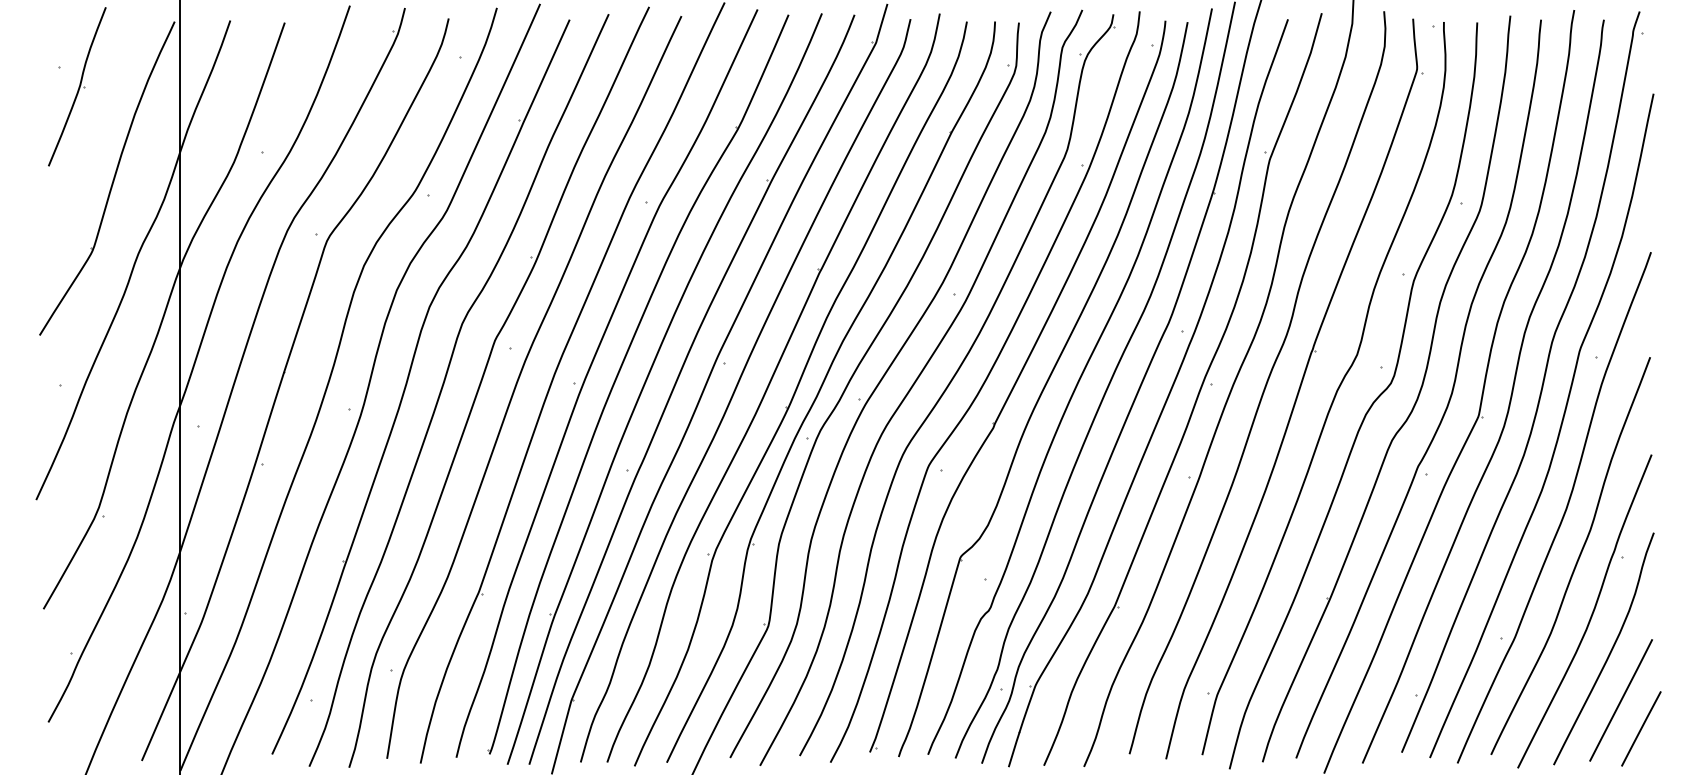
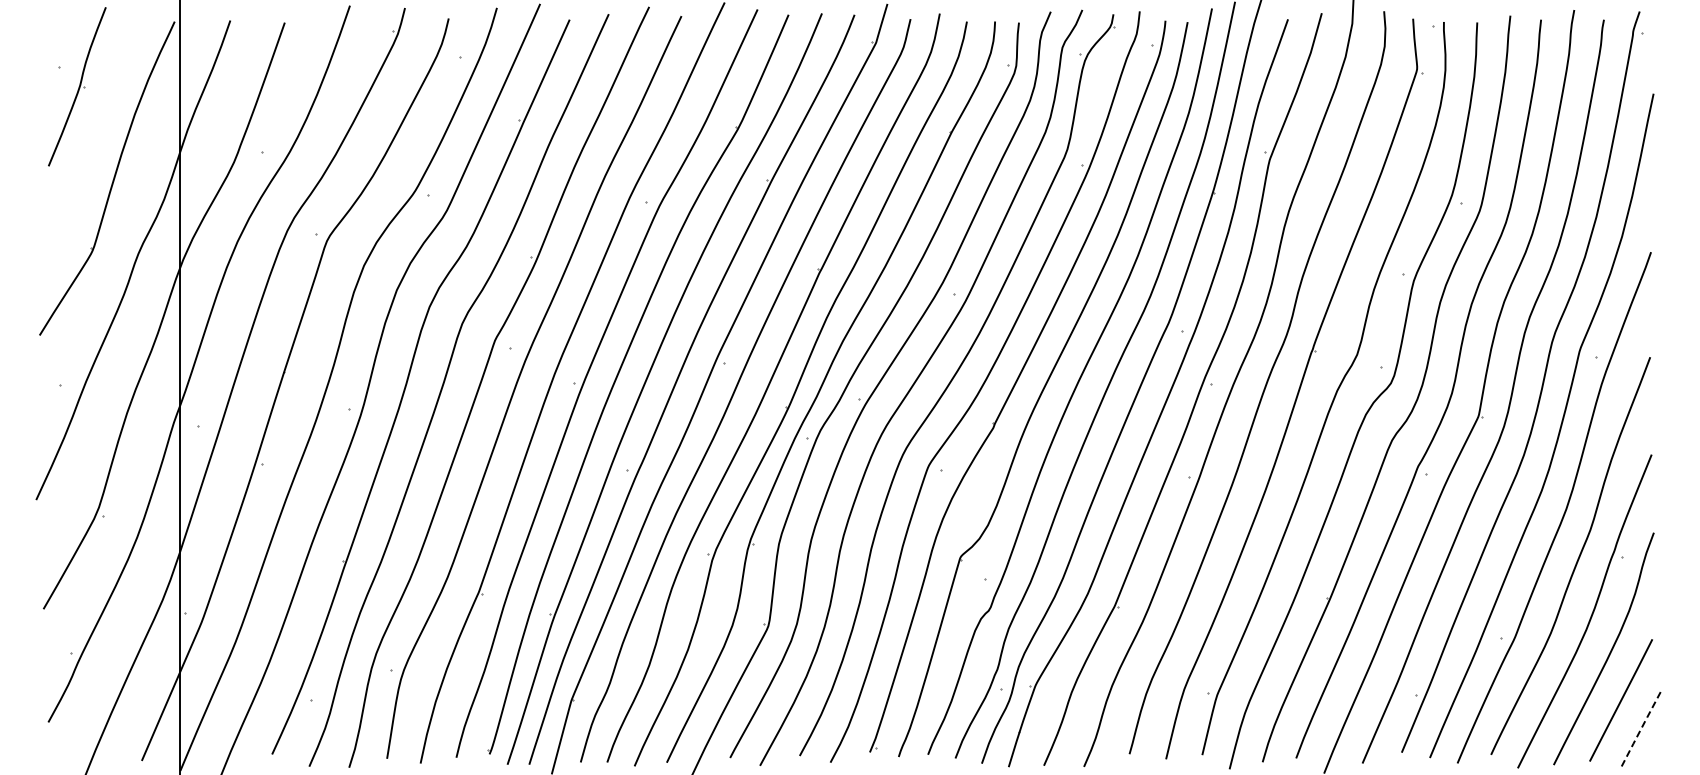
line at (1641, 728): solid -> dashed
